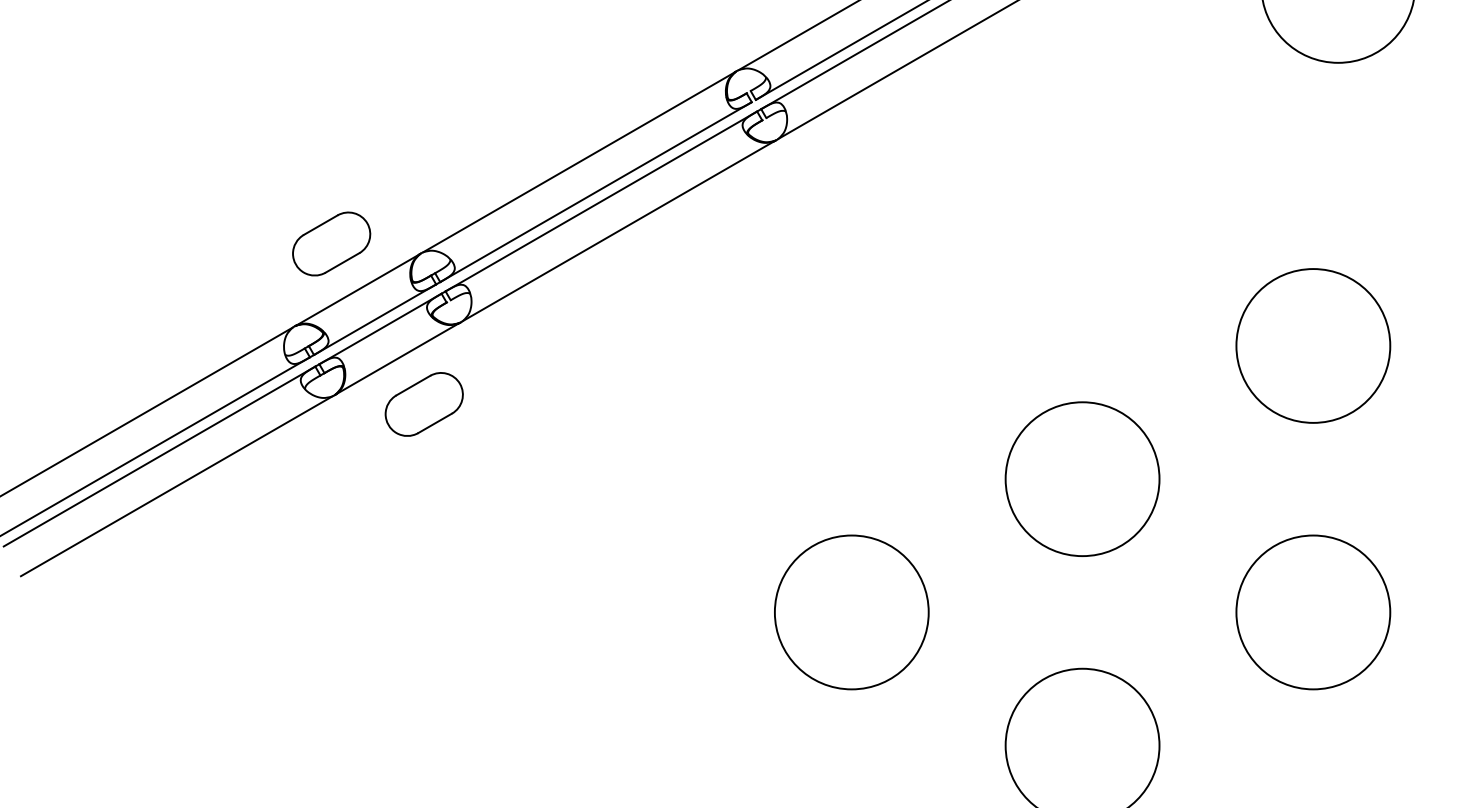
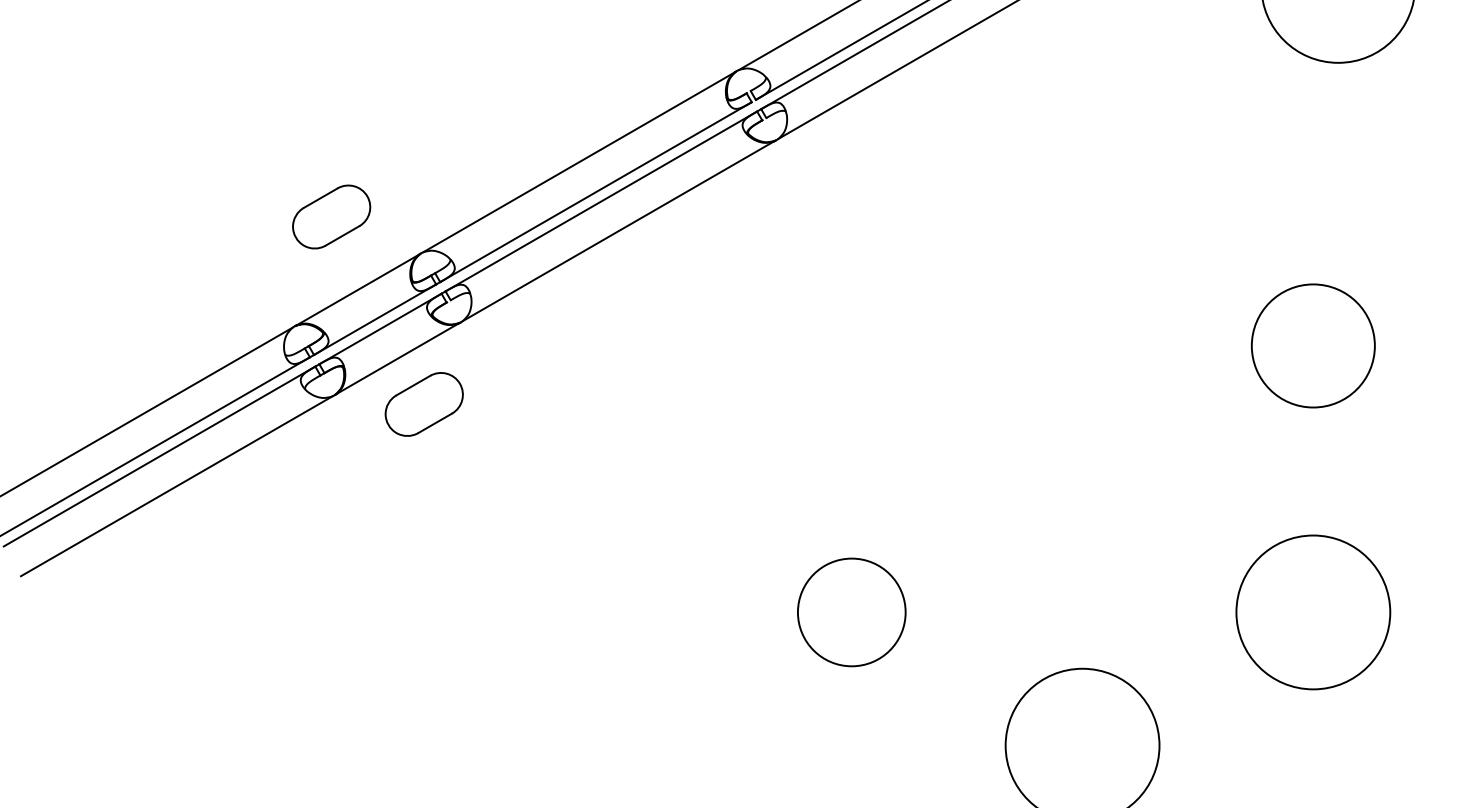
part at (331, 243) position: (331, 243) -> (331, 216)
circle at (1313, 345) diameter: 154 px -> 123 px
circle at (1082, 478): present -> none
circle at (851, 612) diameter: 154 px -> 108 px
